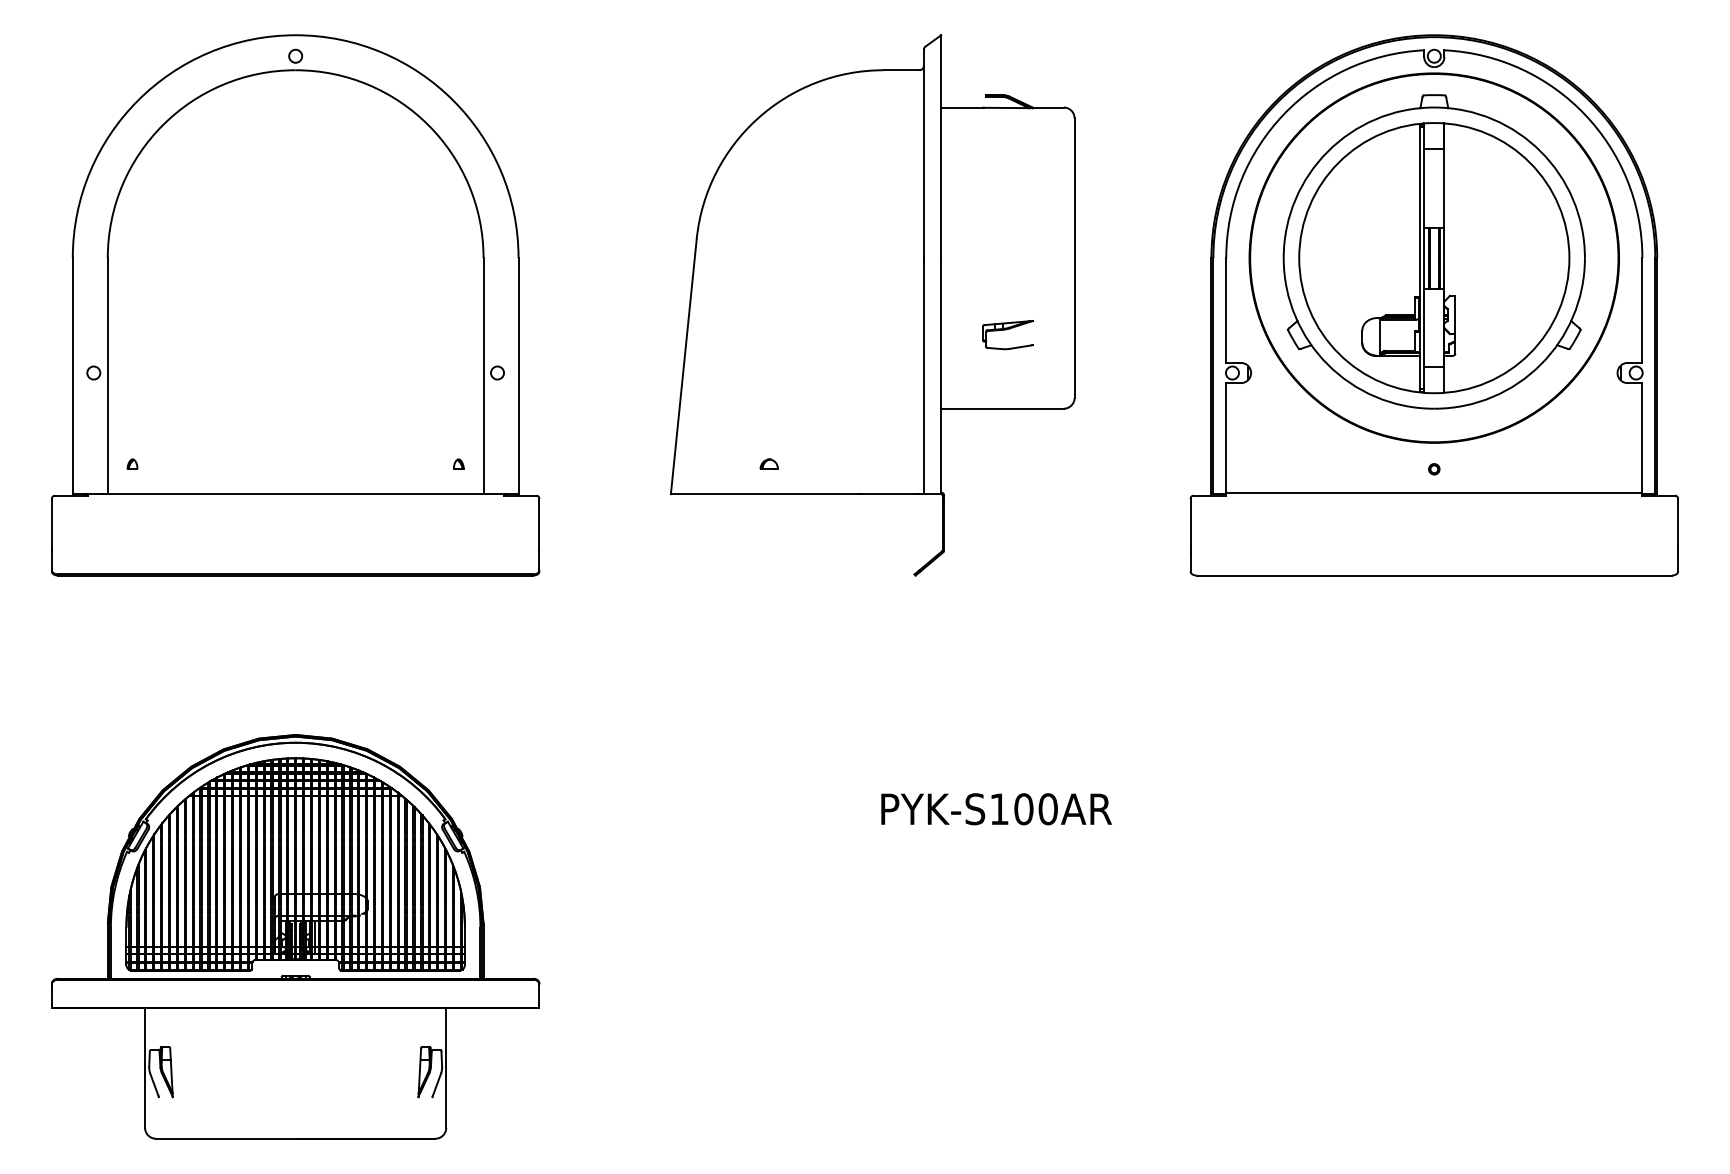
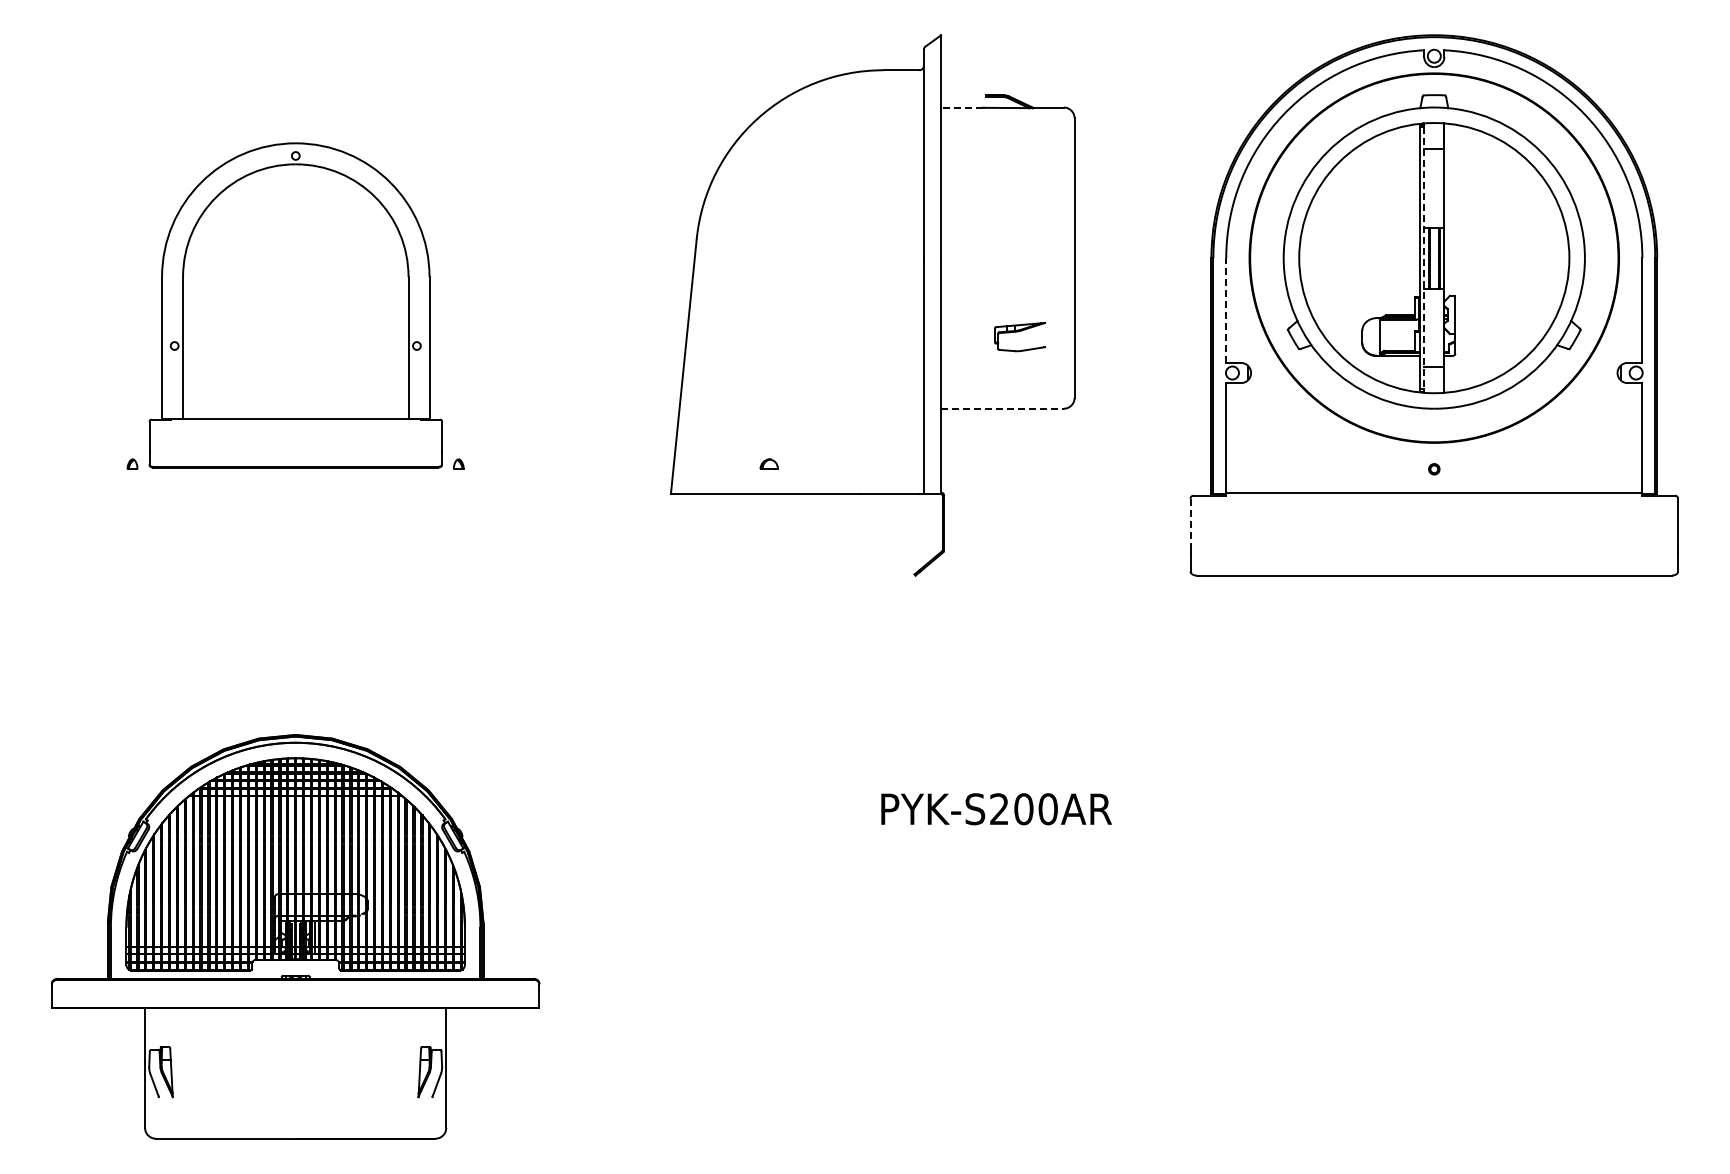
line at (962, 107): solid -> dashed
line at (1424, 258): solid -> dashed
part at (295, 305) size: 490x543 px -> 295x327 px
line at (1226, 310): solid -> dashed
part at (1008, 335) position: (1008, 335) -> (1020, 337)
line at (1002, 408): solid -> dashed
line at (1190, 524): solid -> dashed
text at (999, 808): PYK-S100AR -> PYK-S200AR
